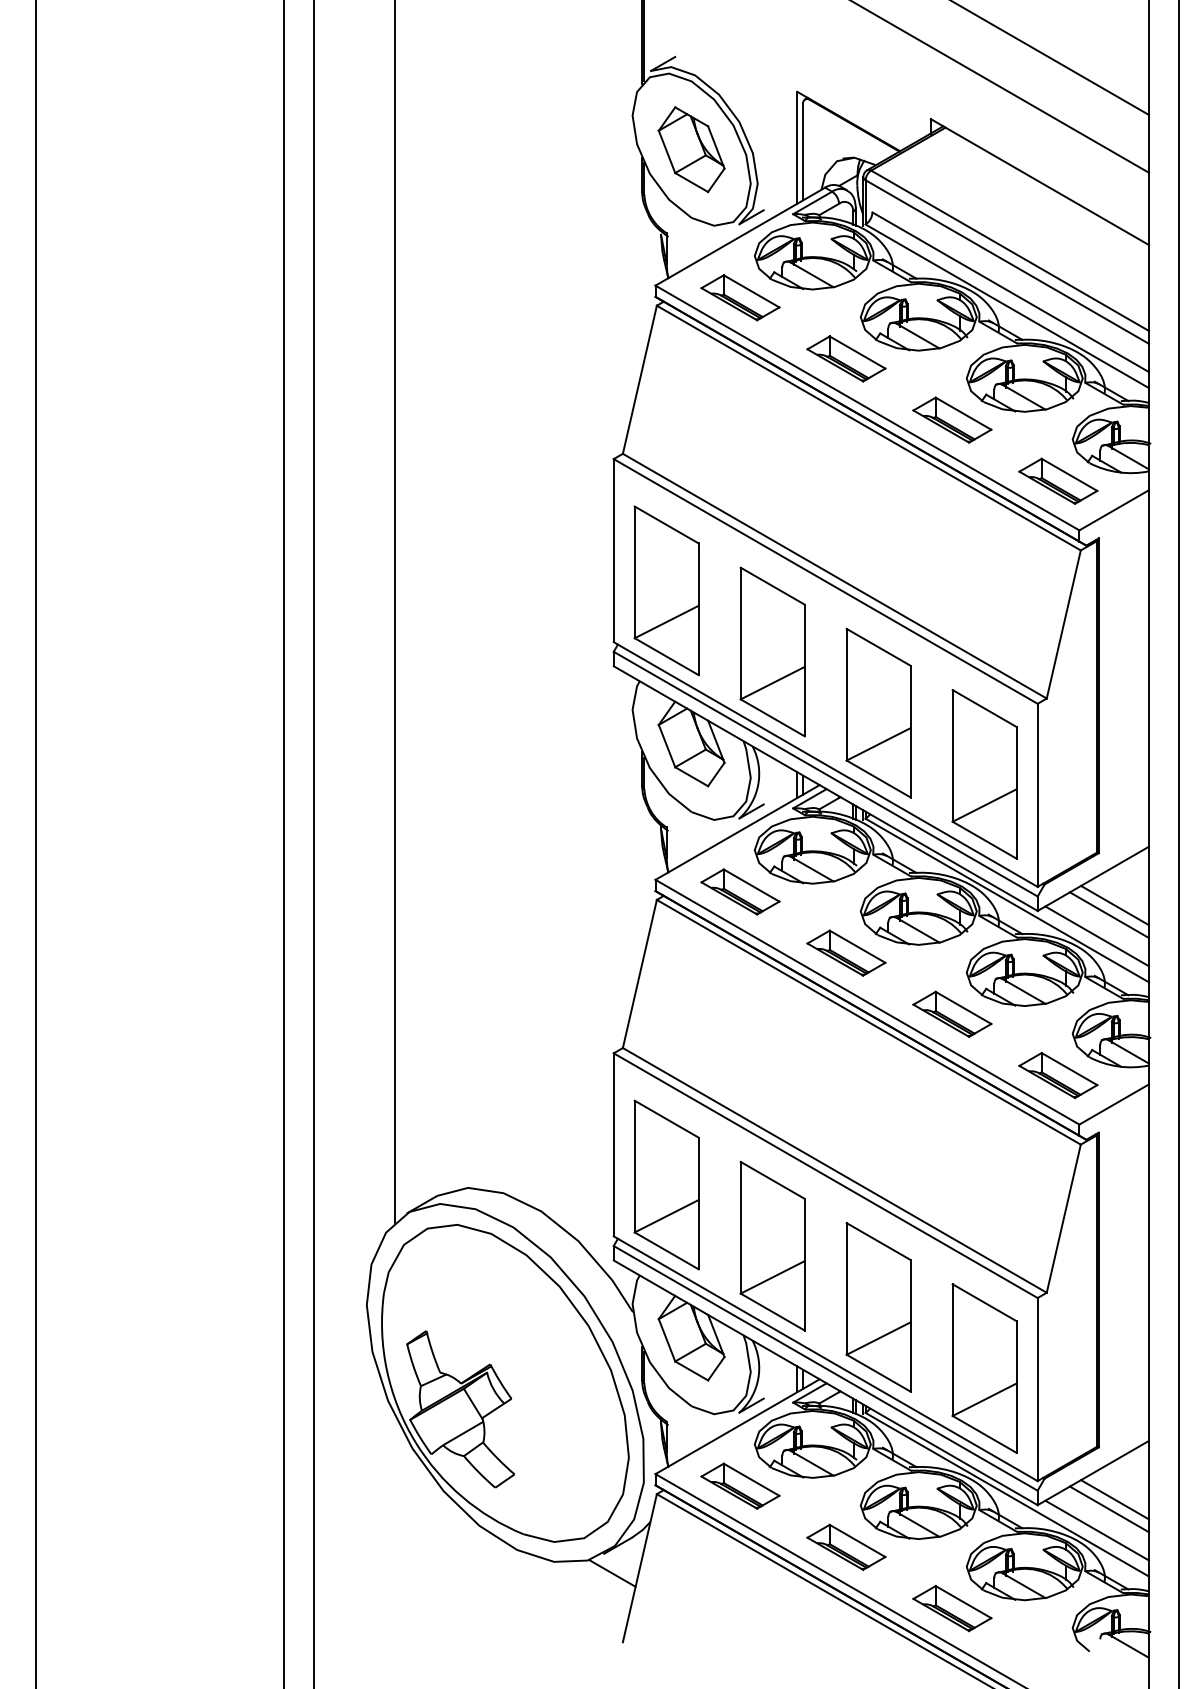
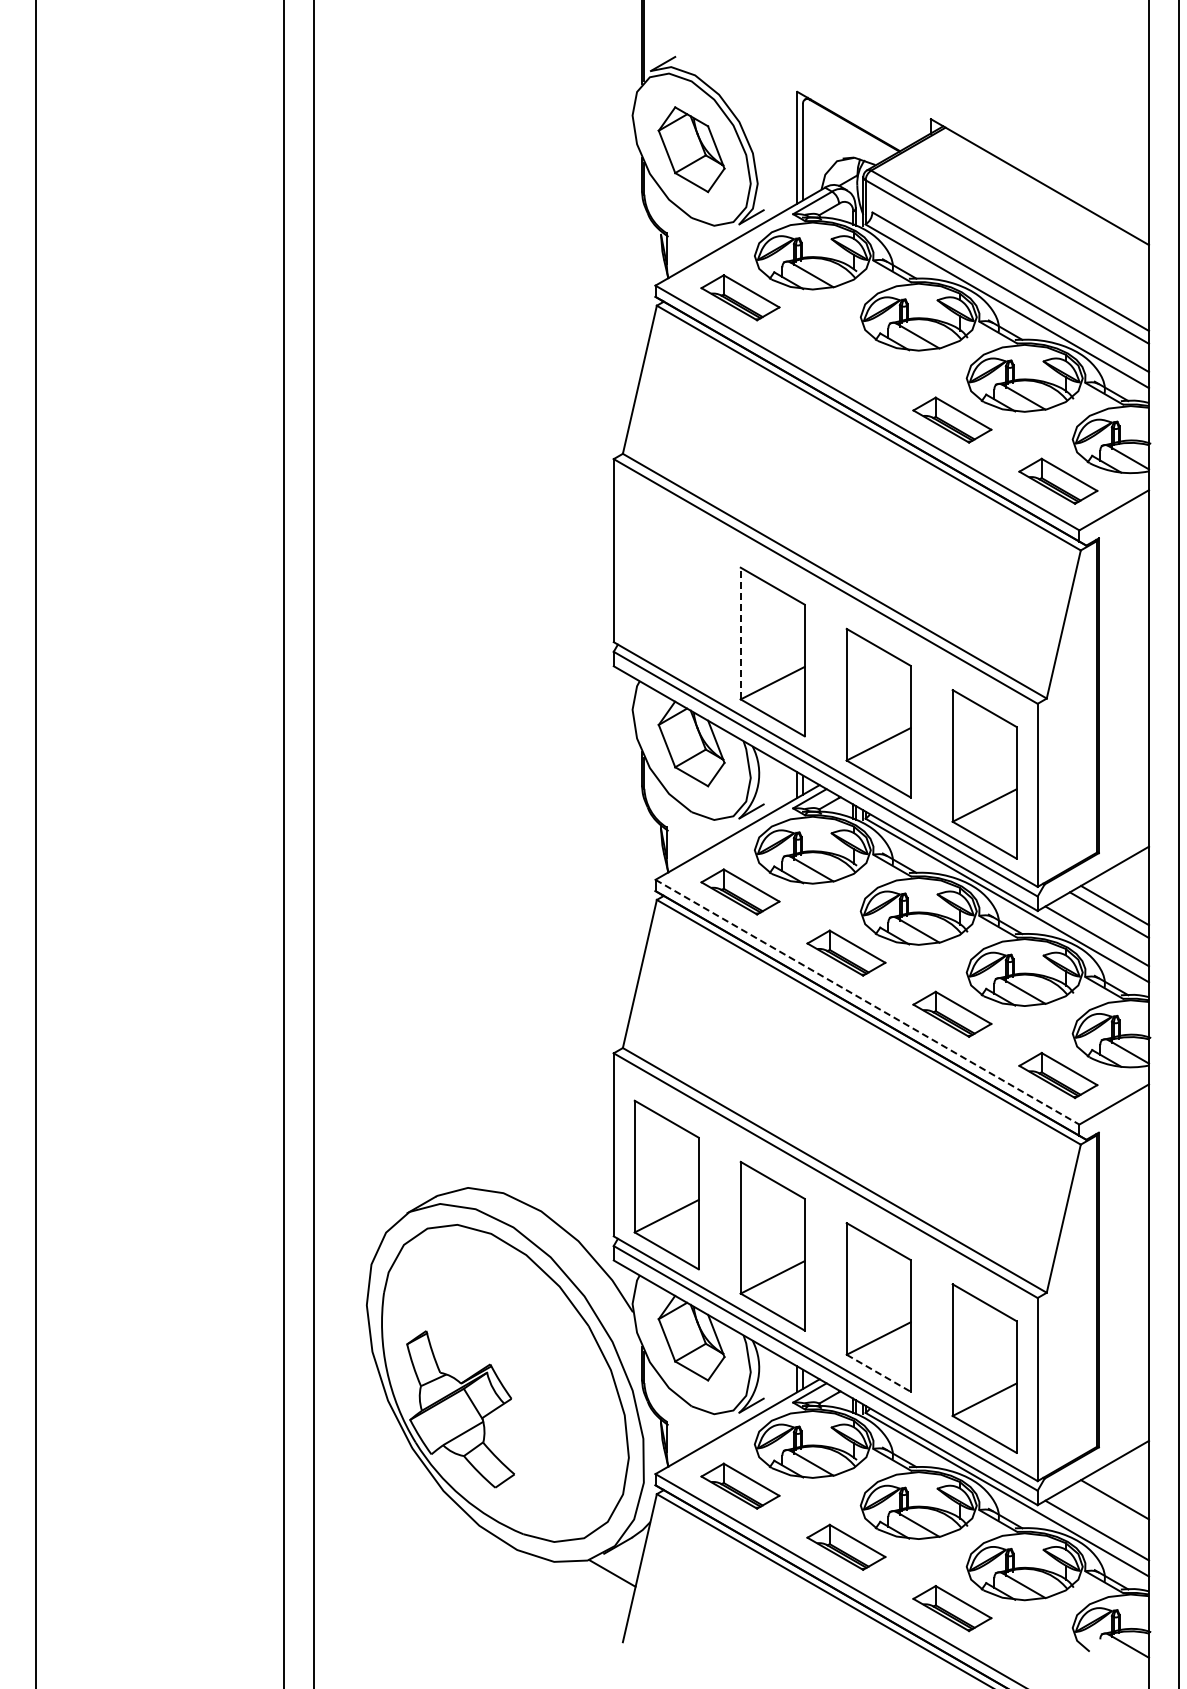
line at (1051, 58): present -> none
line at (1001, 87): present -> none
part at (846, 358): present -> none
part at (666, 590): present -> none
line at (394, 612): present -> none
line at (740, 633): solid -> dashed
line at (867, 1002): solid -> dashed
line at (878, 1373): solid -> dashed
line at (1109, 1509): present -> none
